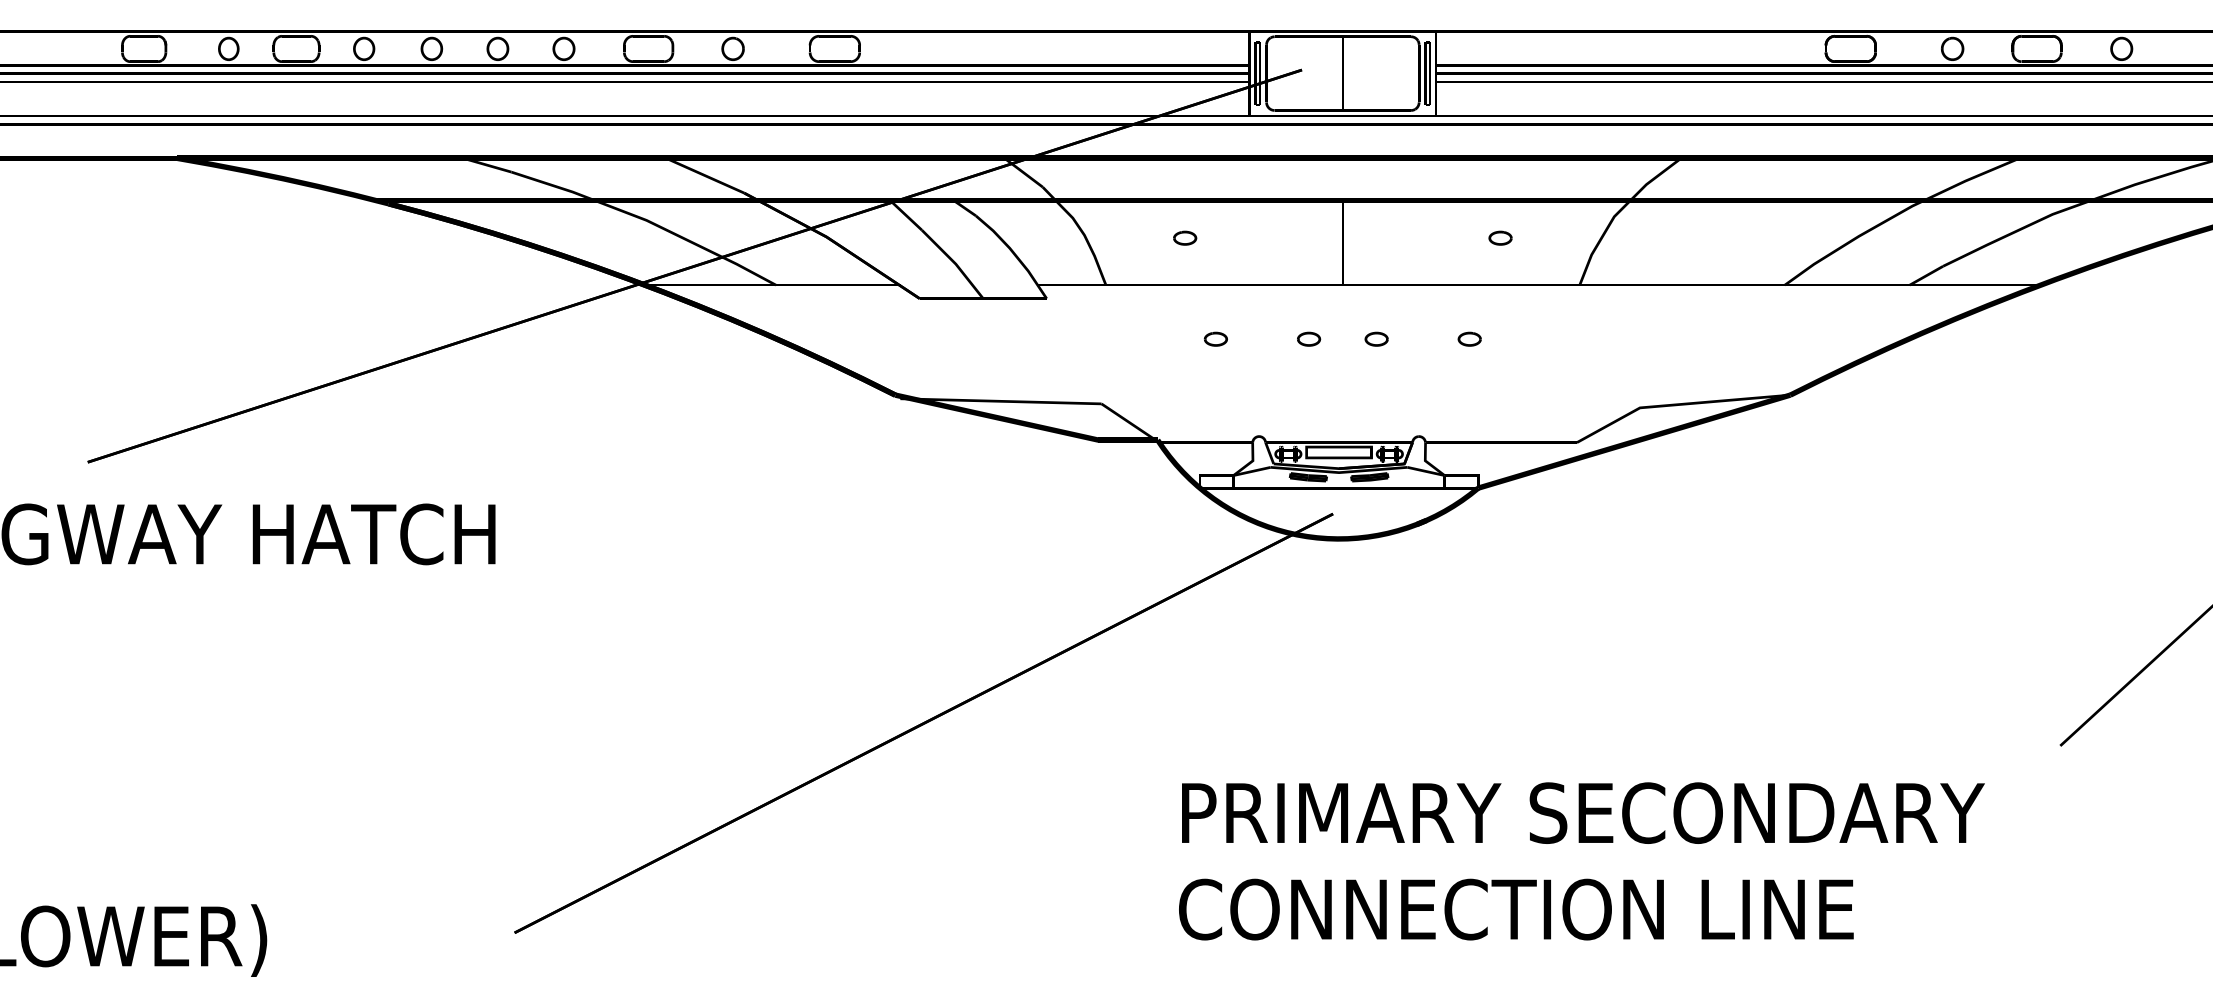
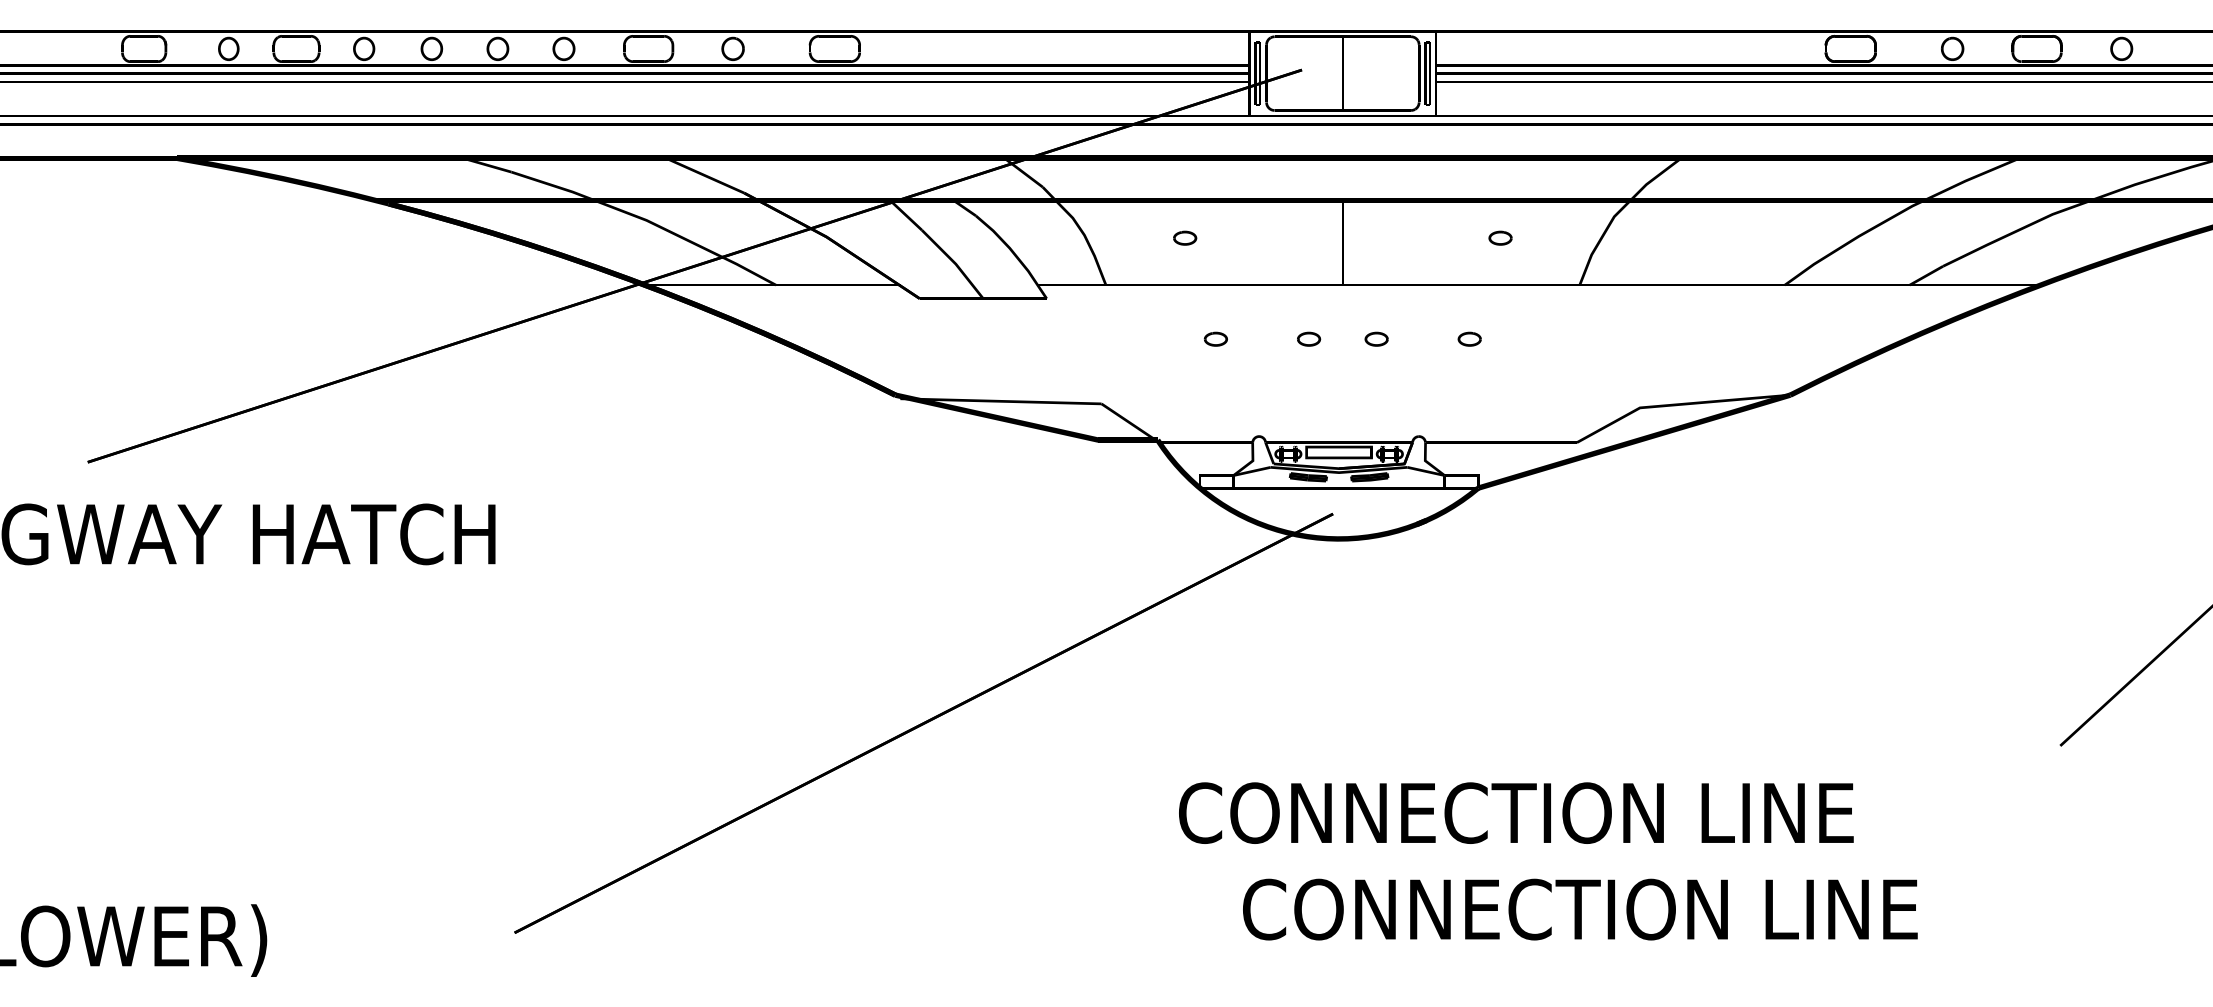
text at (1581, 812): PRIMARY SECONDARY -> CONNECTION LINE
text at (1516, 909) position: (1516, 909) -> (1580, 909)
